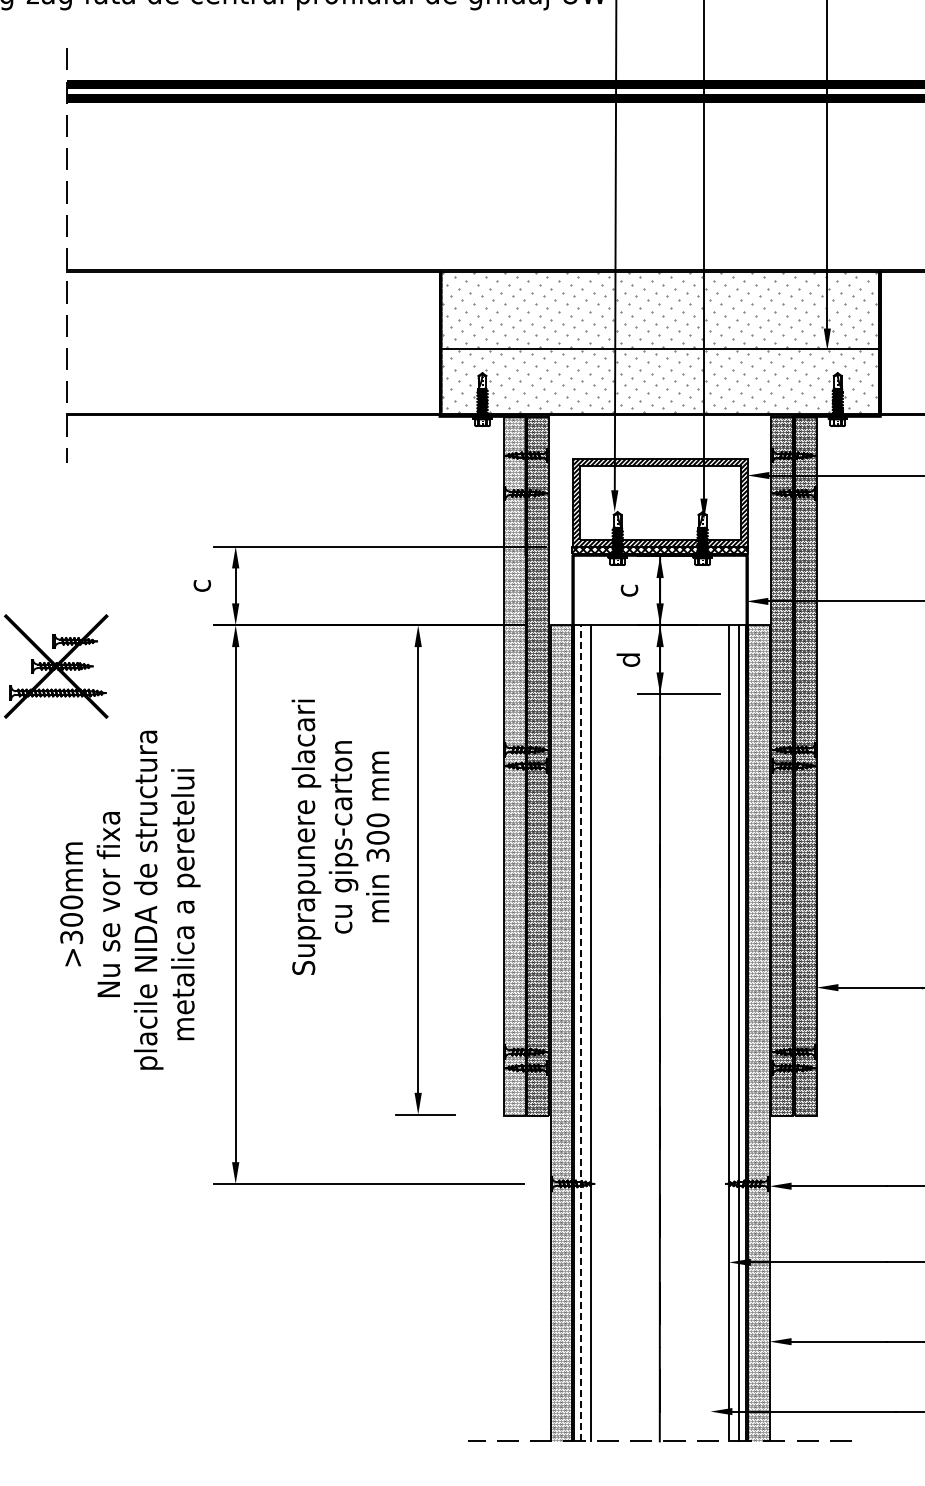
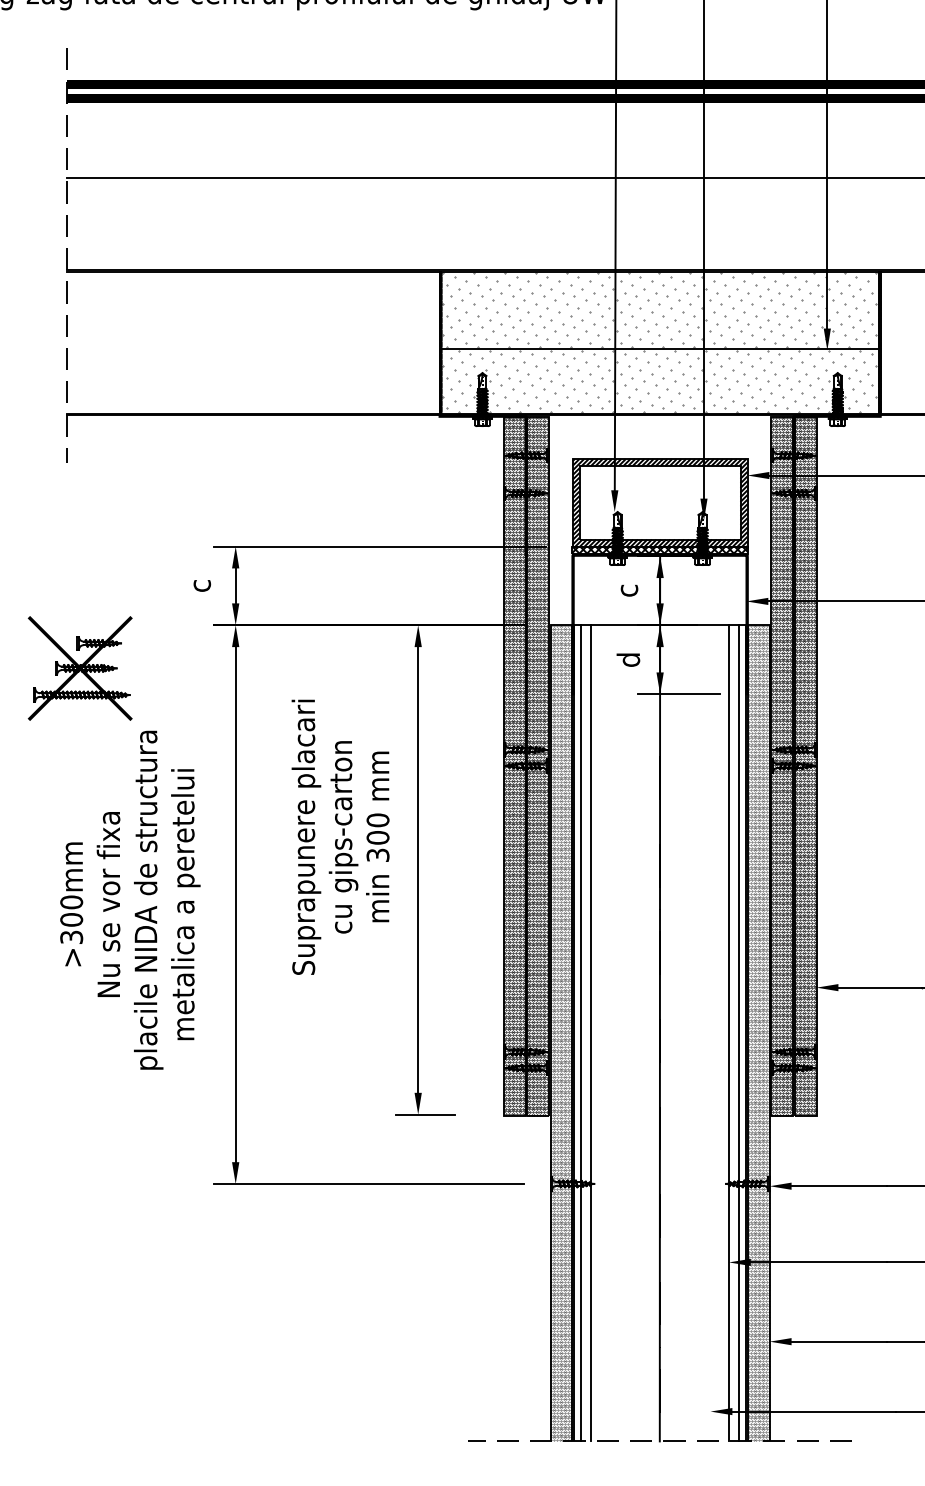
line at (493, 177): none -> present
part at (55, 666) position: (55, 666) -> (79, 668)
hatch at (514, 765): none -> present
line at (580, 1032): dashed -> solid
